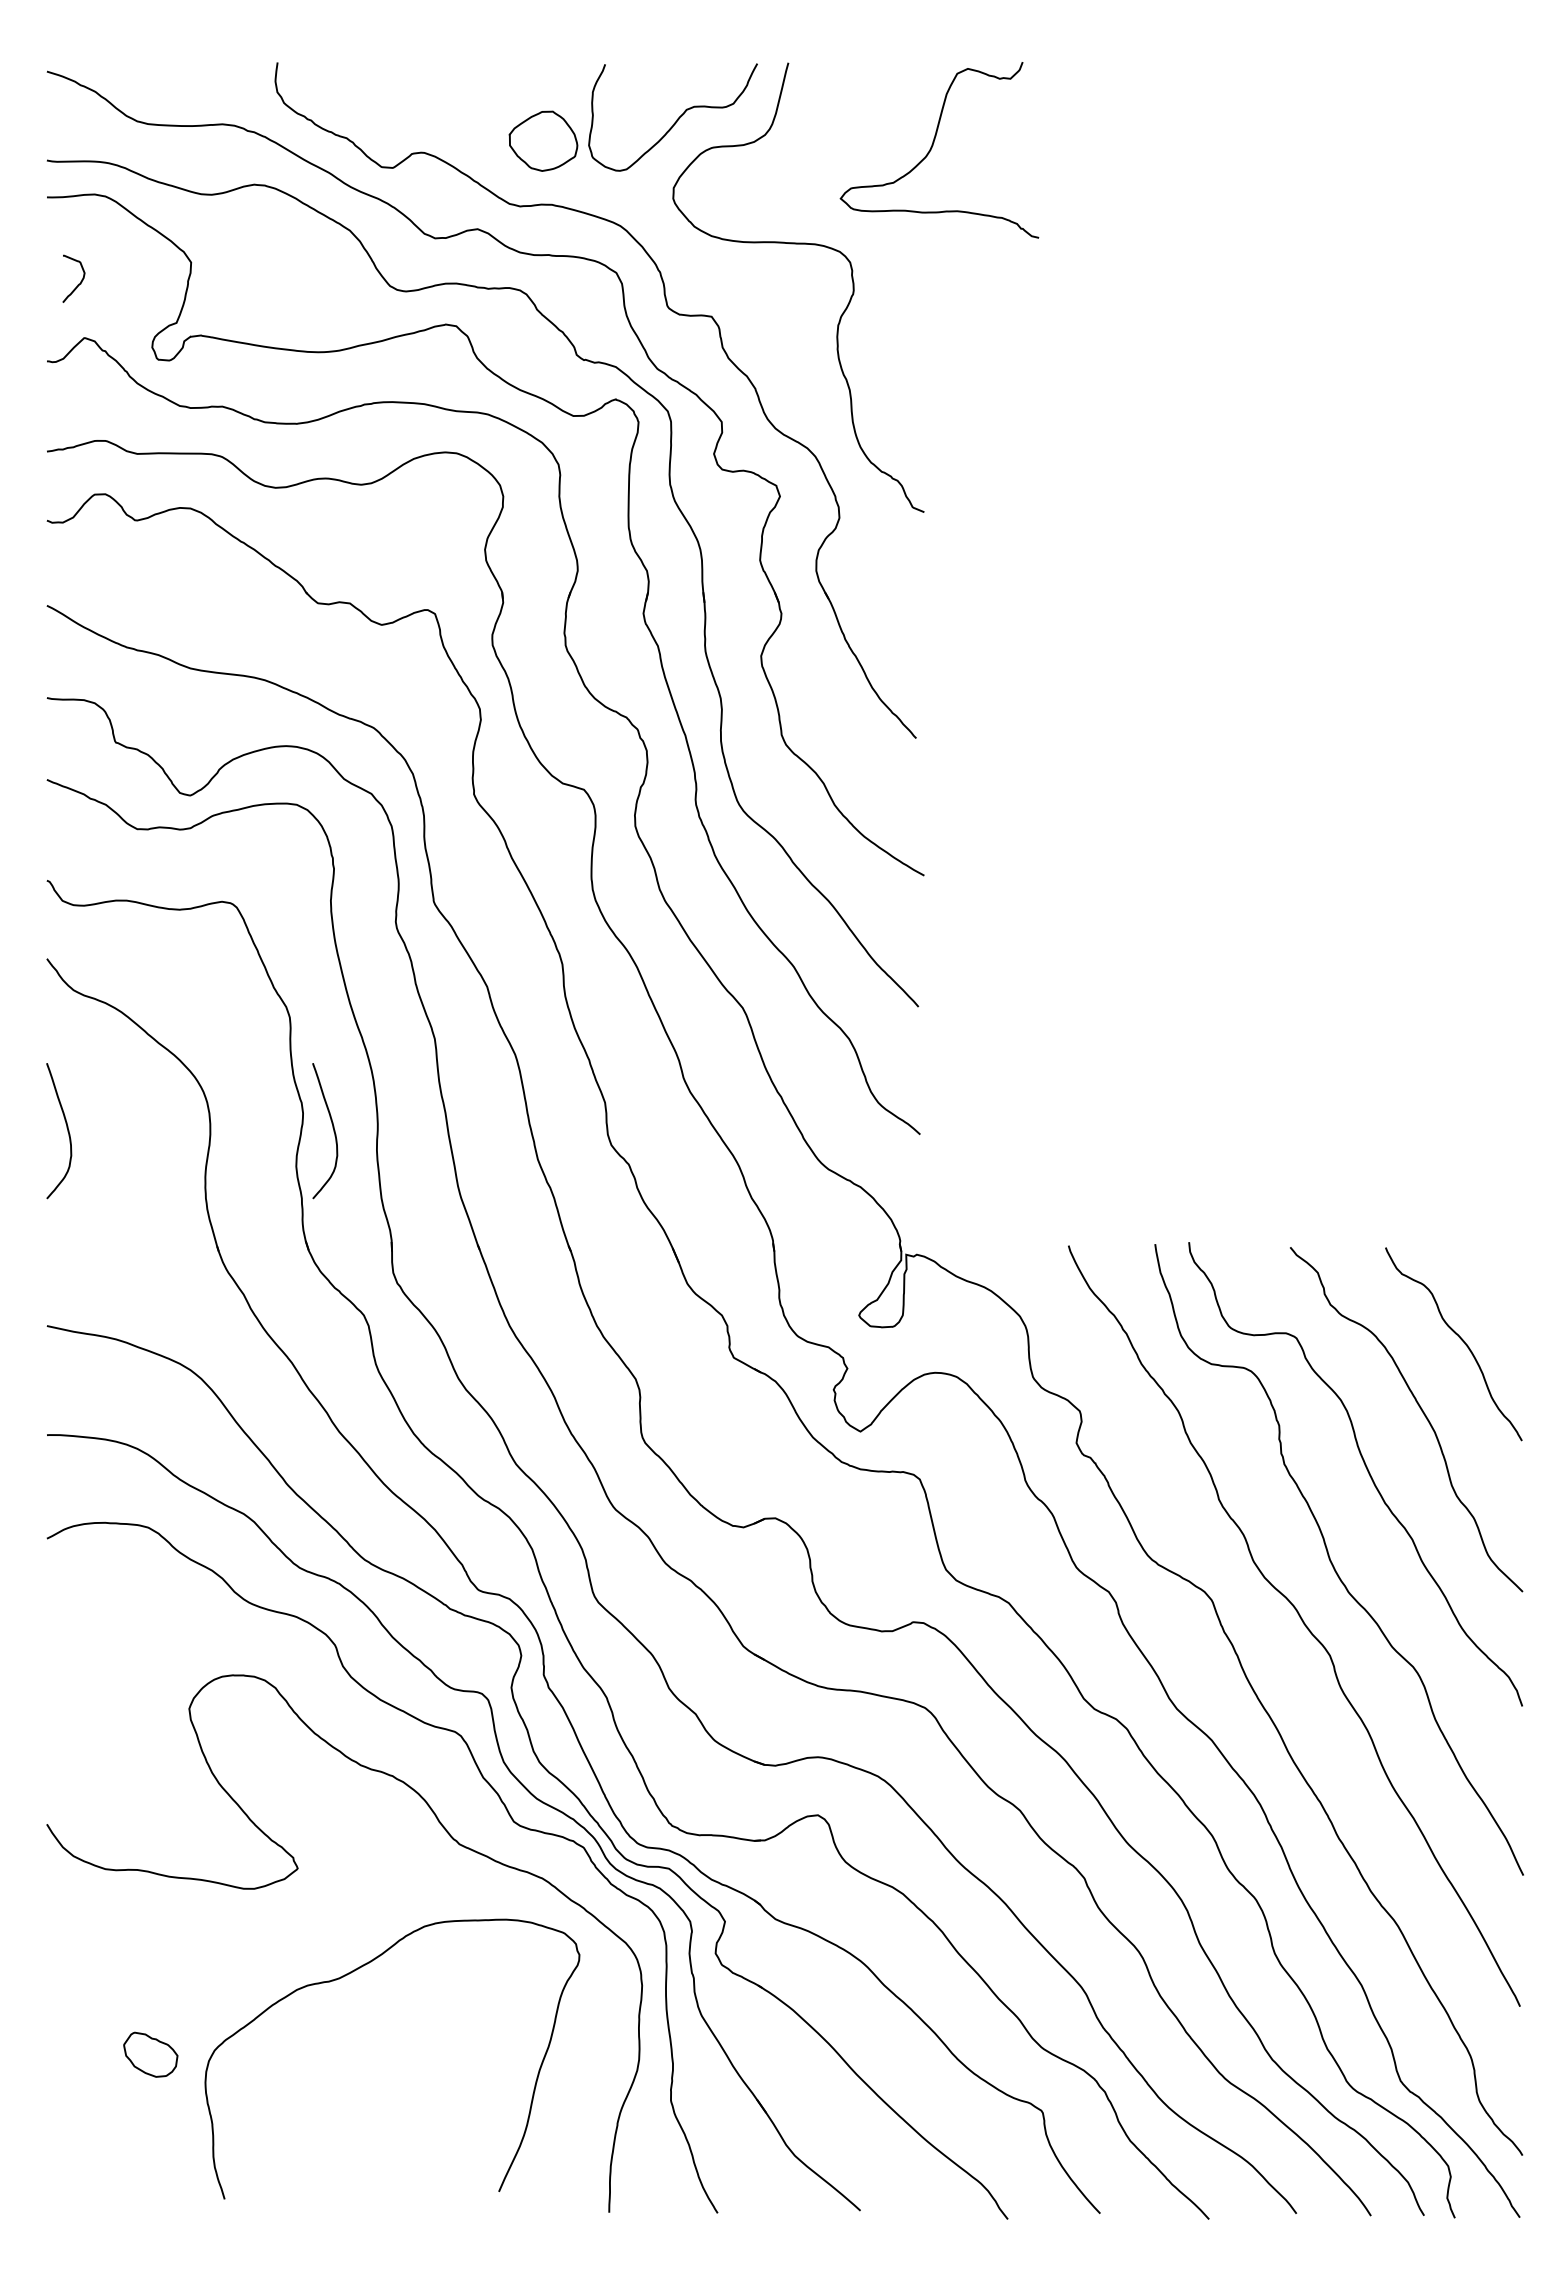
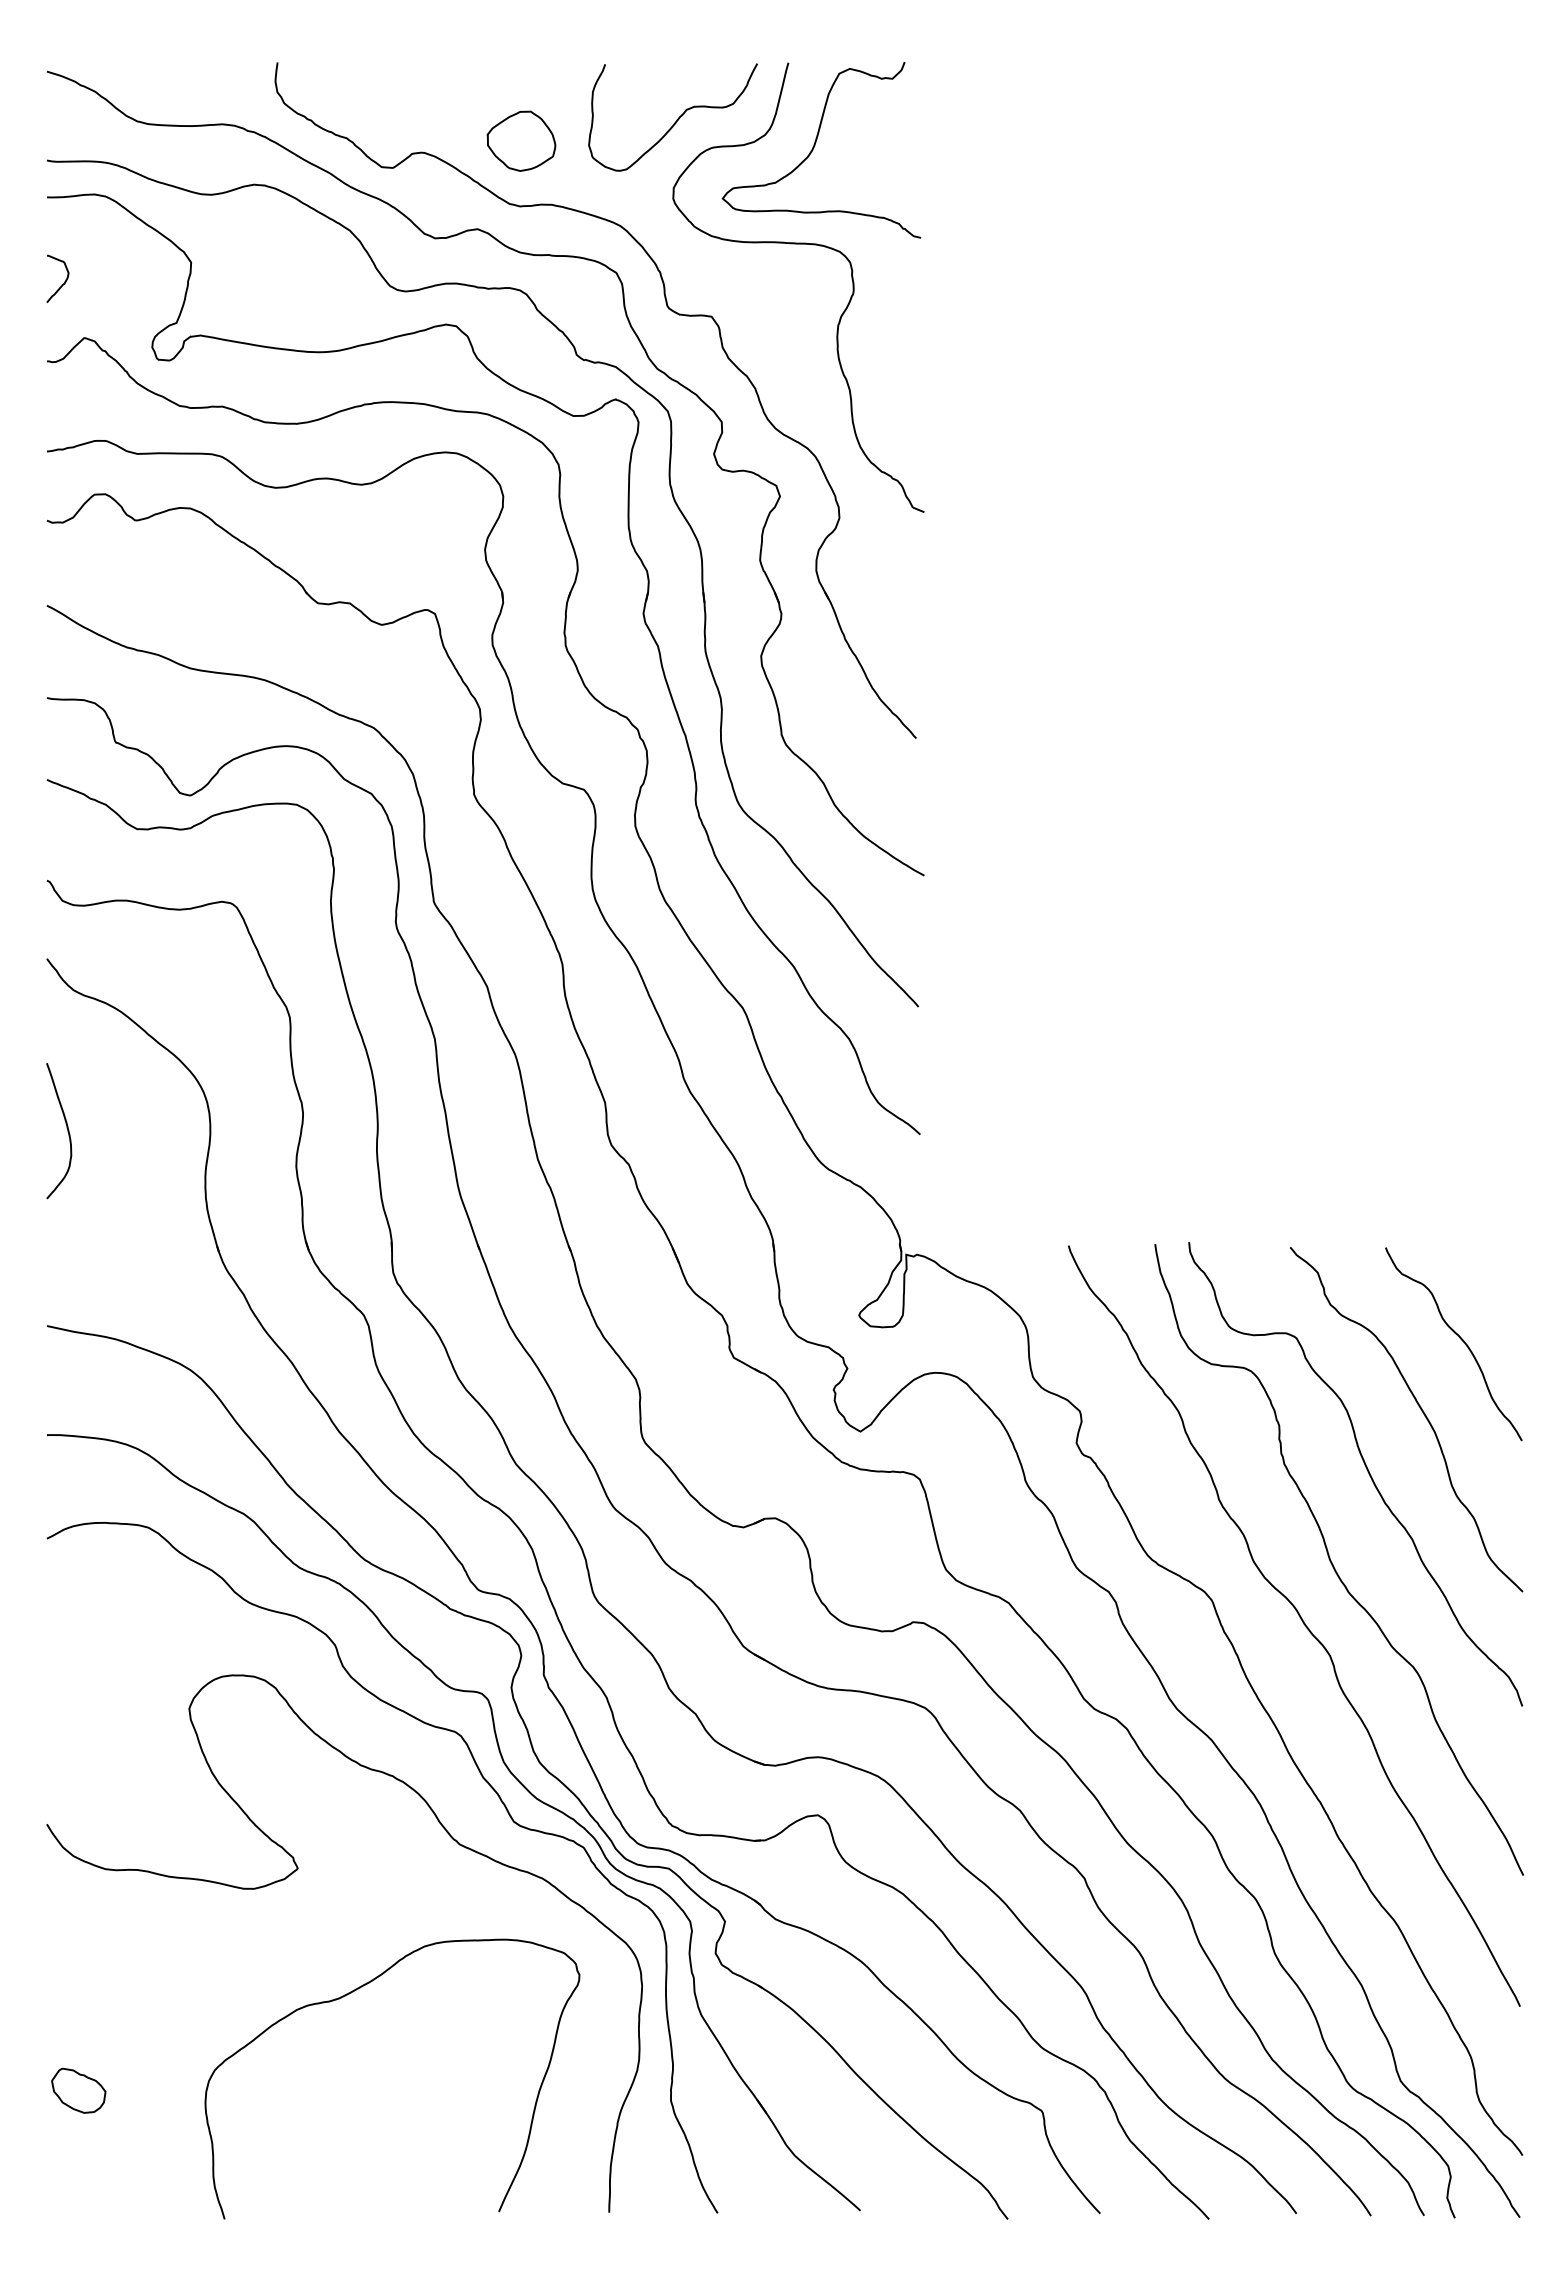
part at (543, 140) position: (543, 140) -> (521, 140)
curve at (932, 148) position: (932, 148) -> (814, 148)
curve at (77, 284) position: (77, 284) -> (61, 284)
curve at (332, 1128): present -> none
curve at (349, 1974) position: (349, 1974) -> (349, 1994)
part at (150, 2054) position: (150, 2054) -> (78, 2090)
